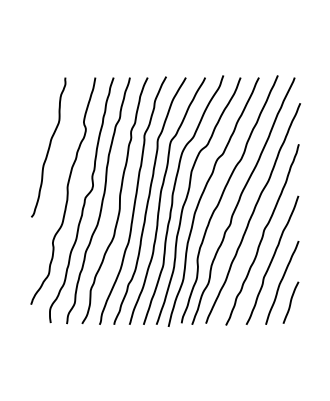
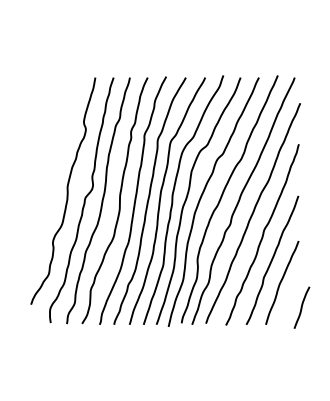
curve at (48, 147): present -> none
curve at (290, 302) position: (290, 302) -> (301, 307)
